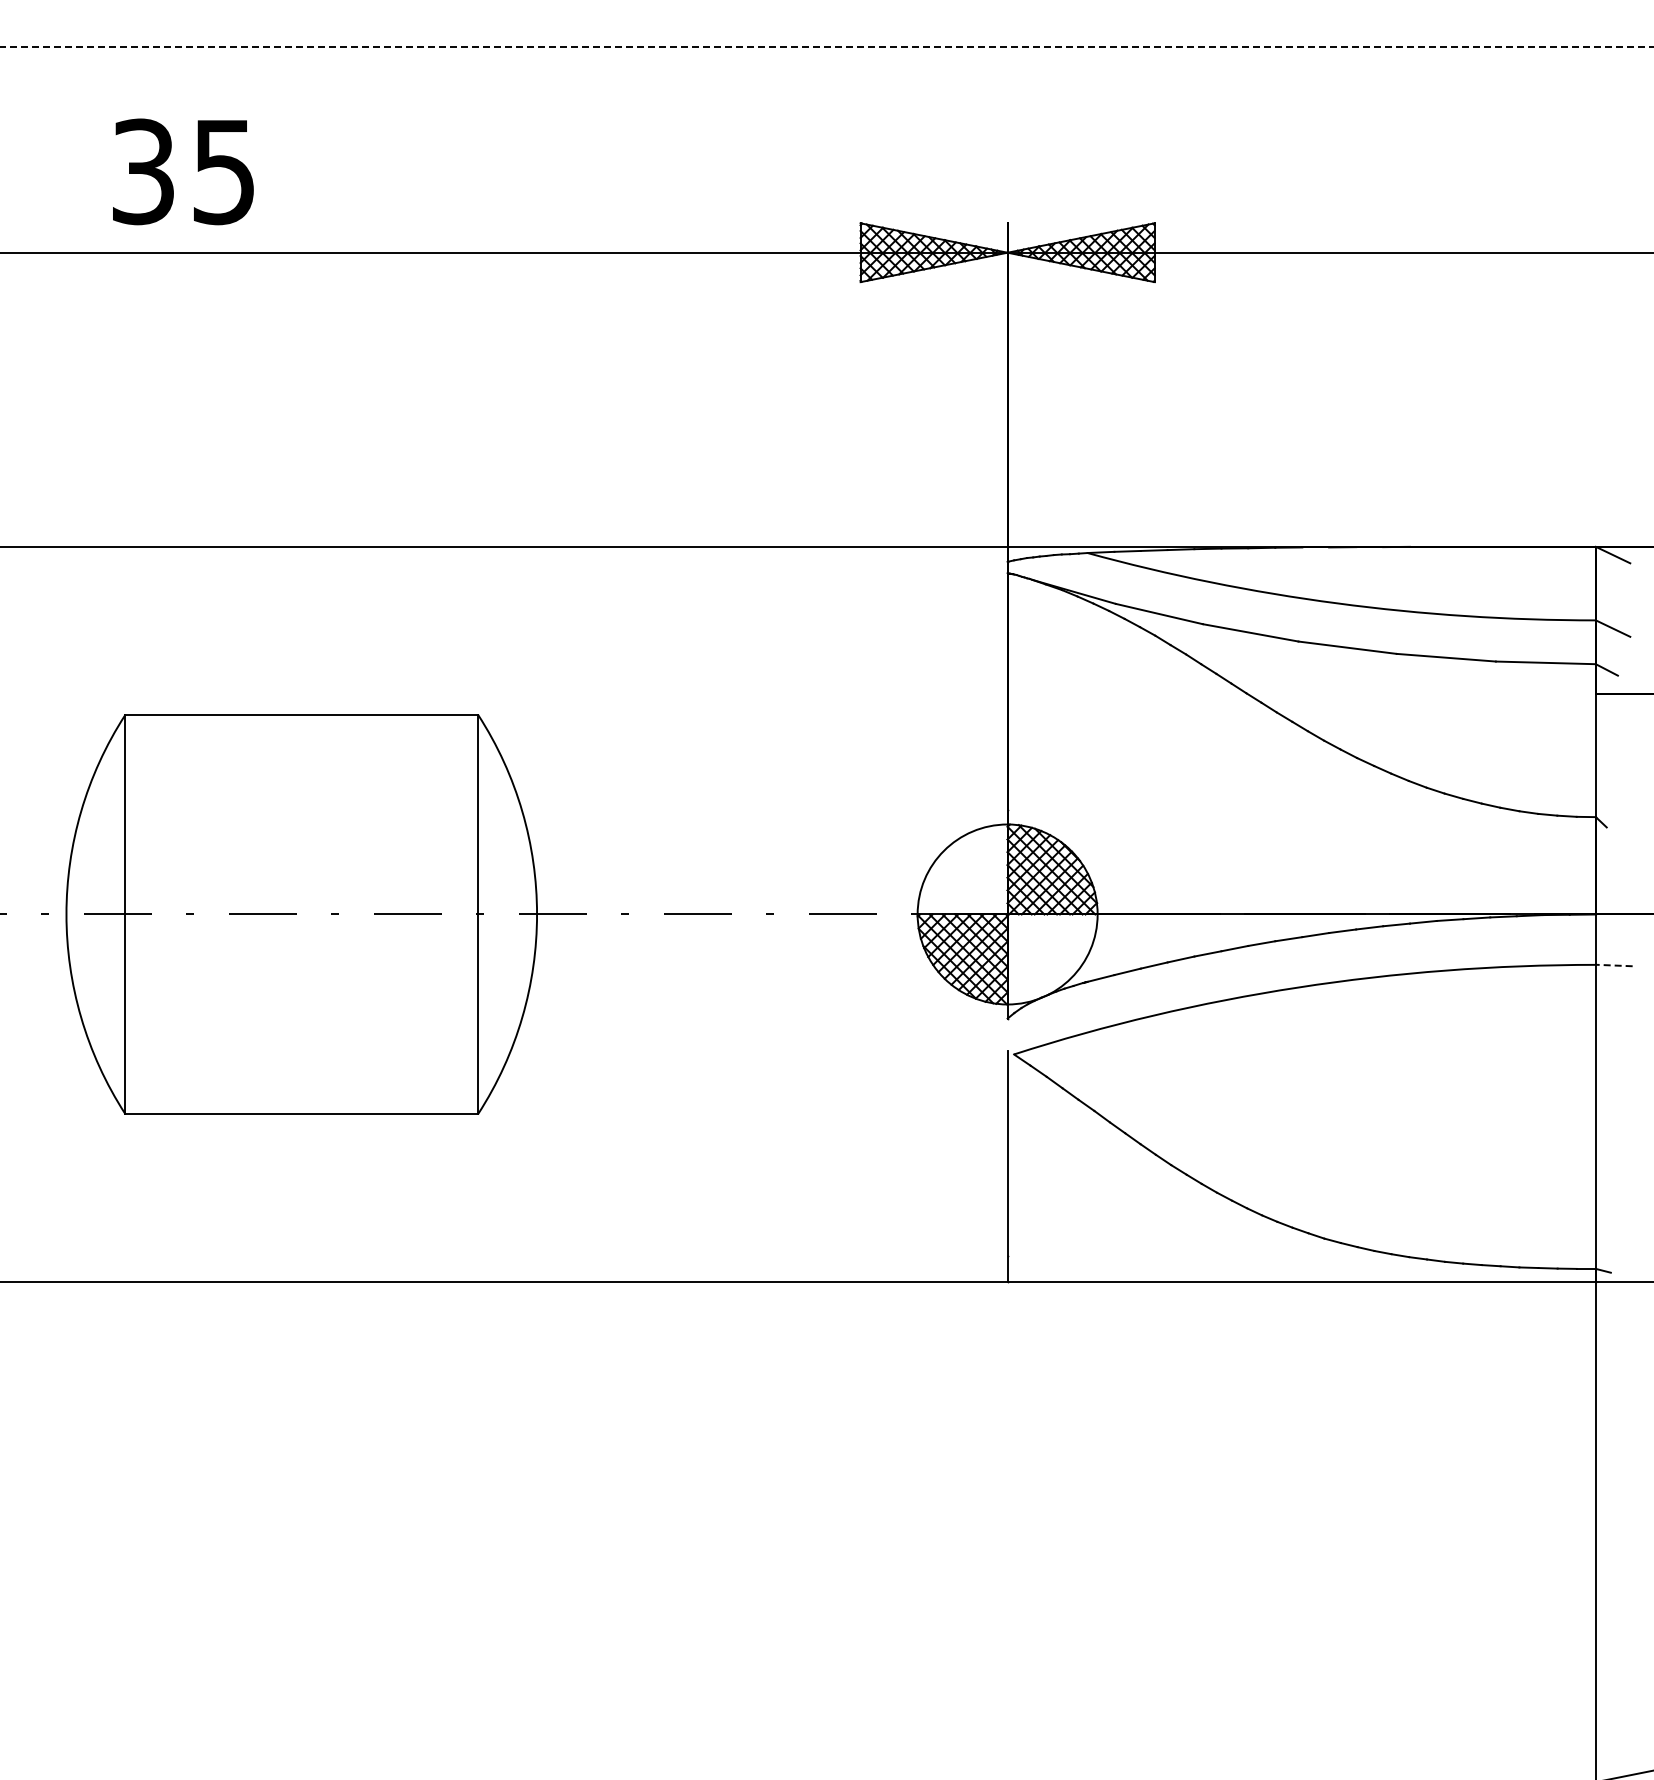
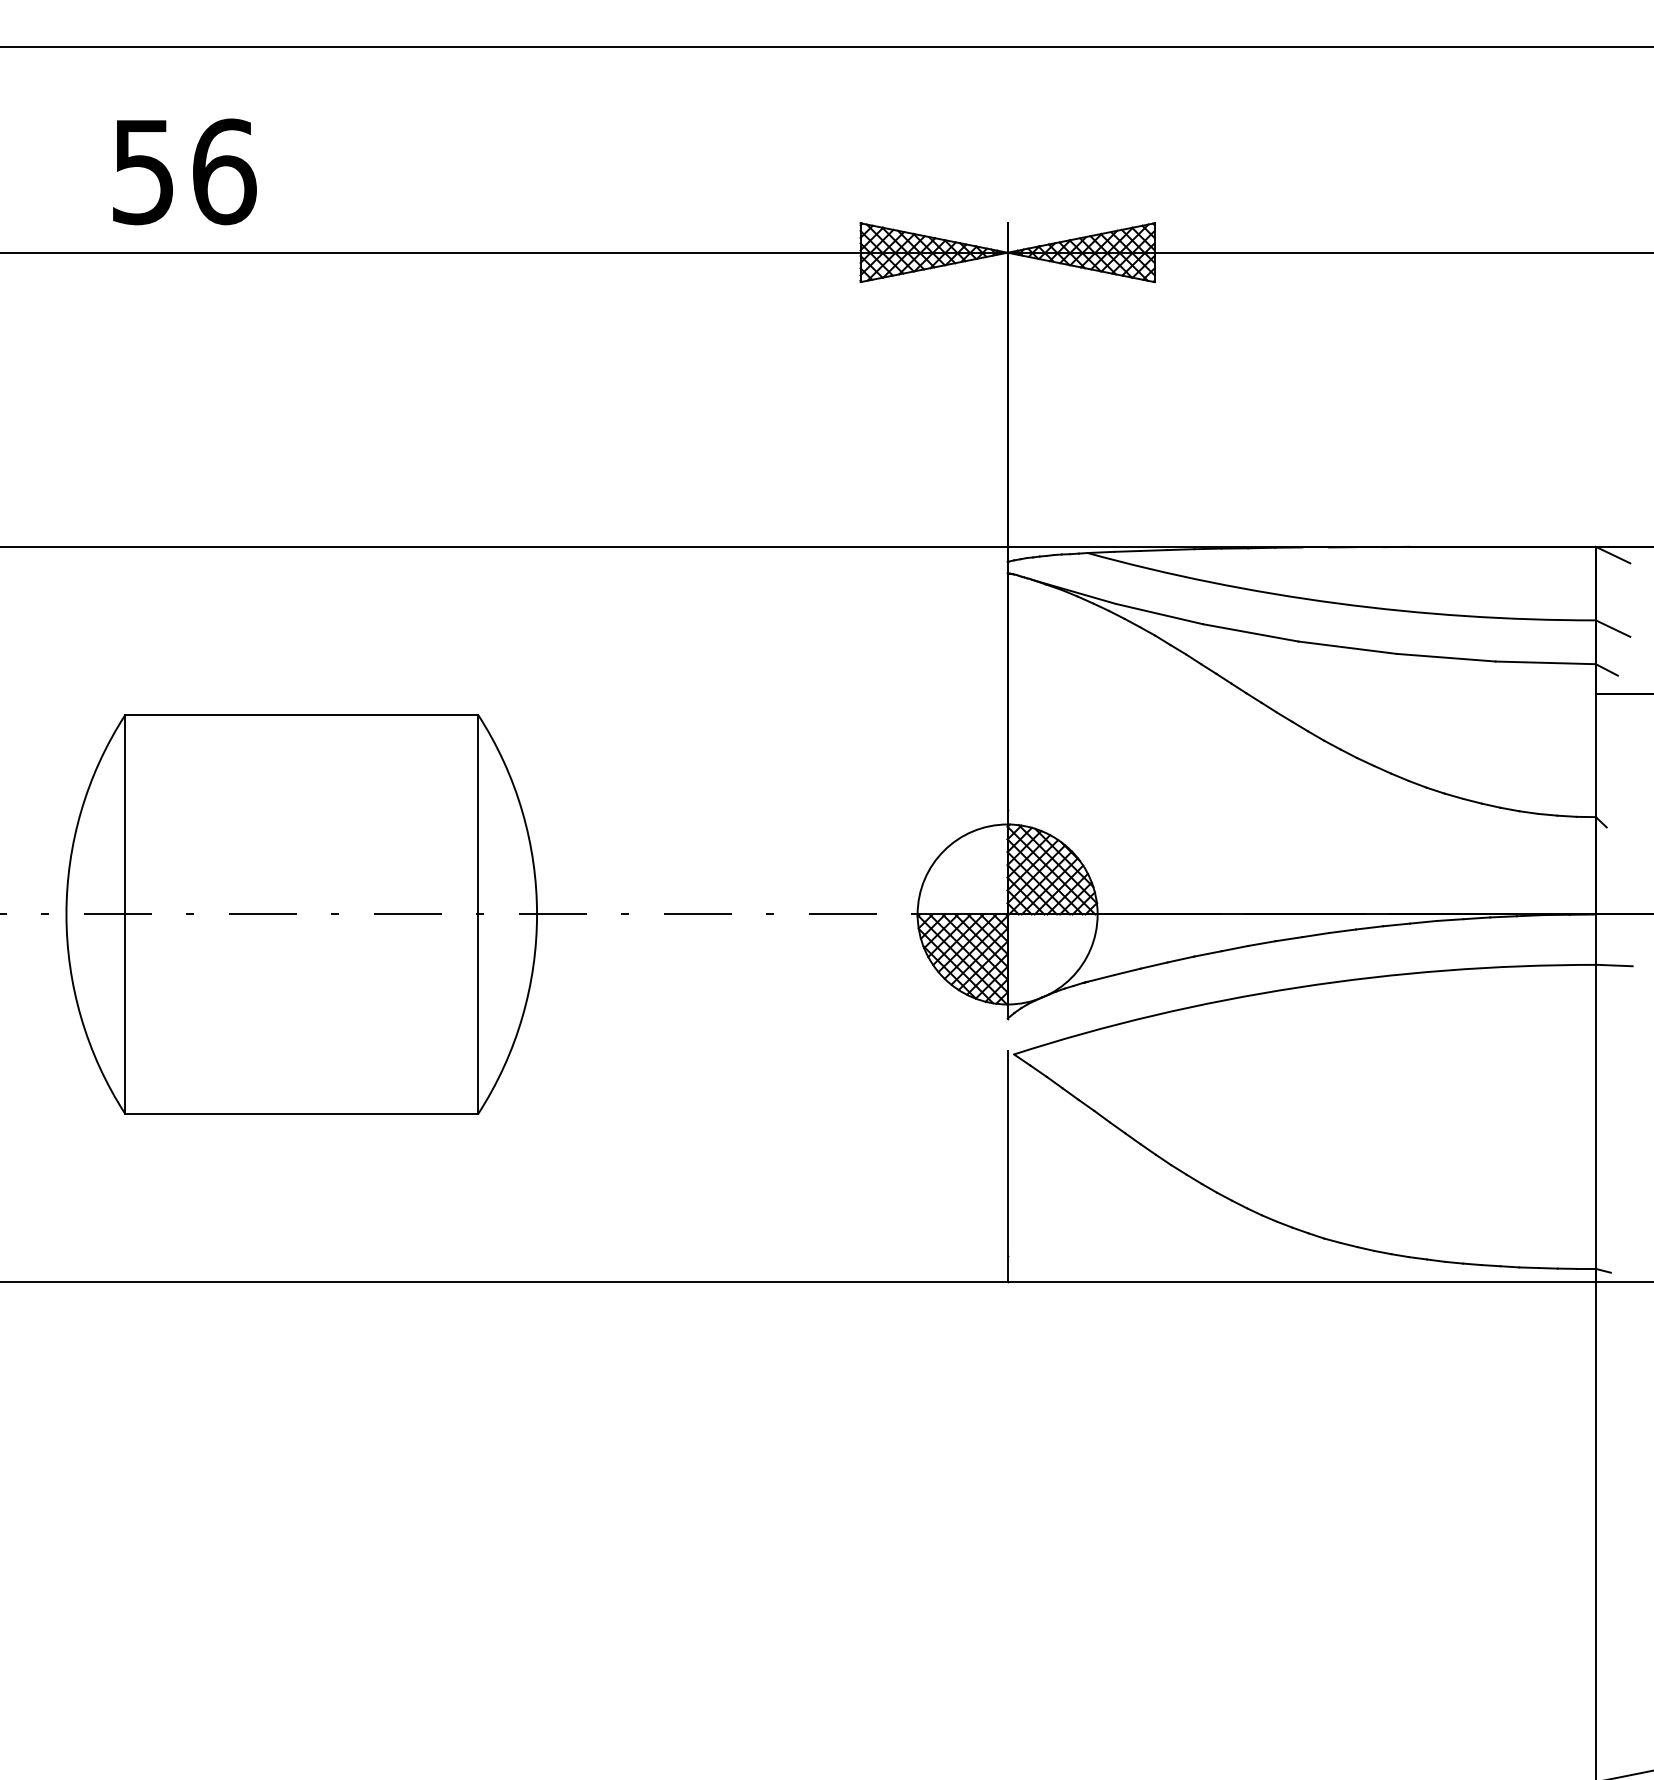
line at (827, 46): dashed -> solid
text at (184, 171): 35 -> 56
line at (1613, 965): dashed -> solid
